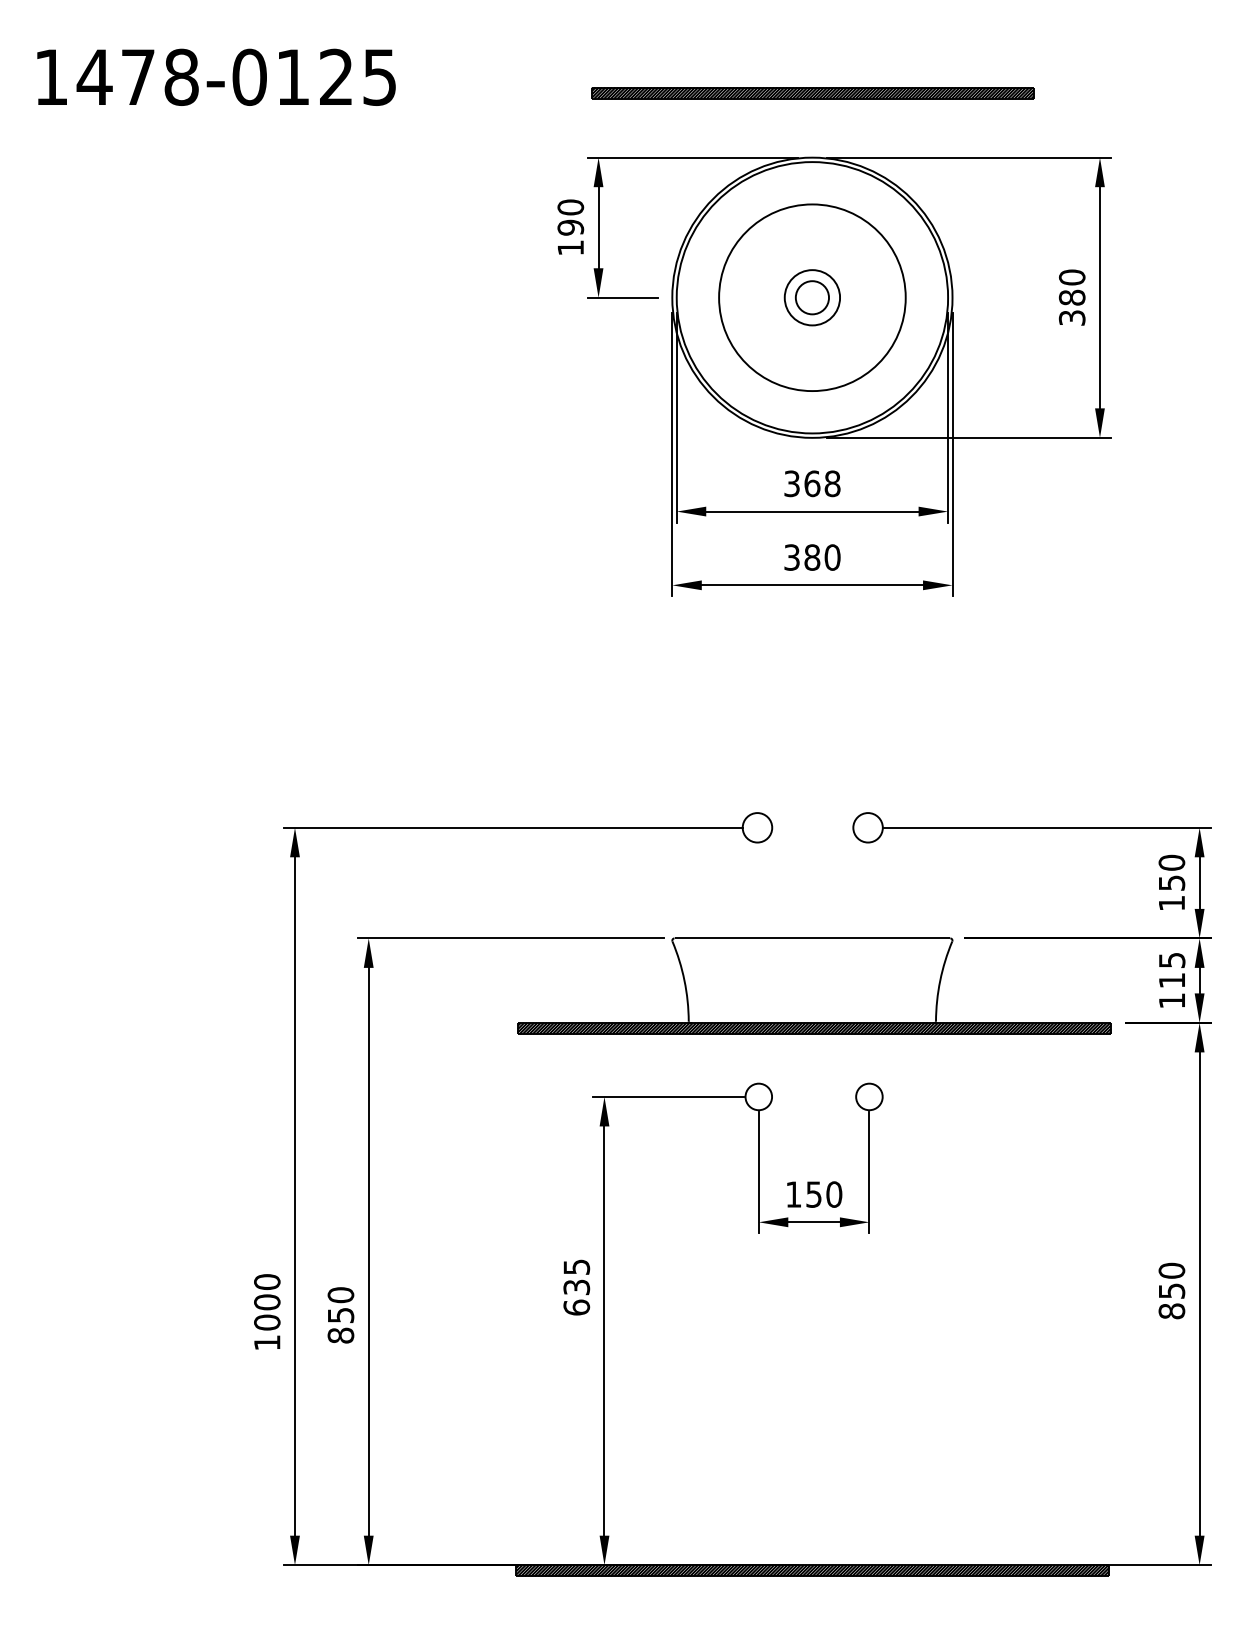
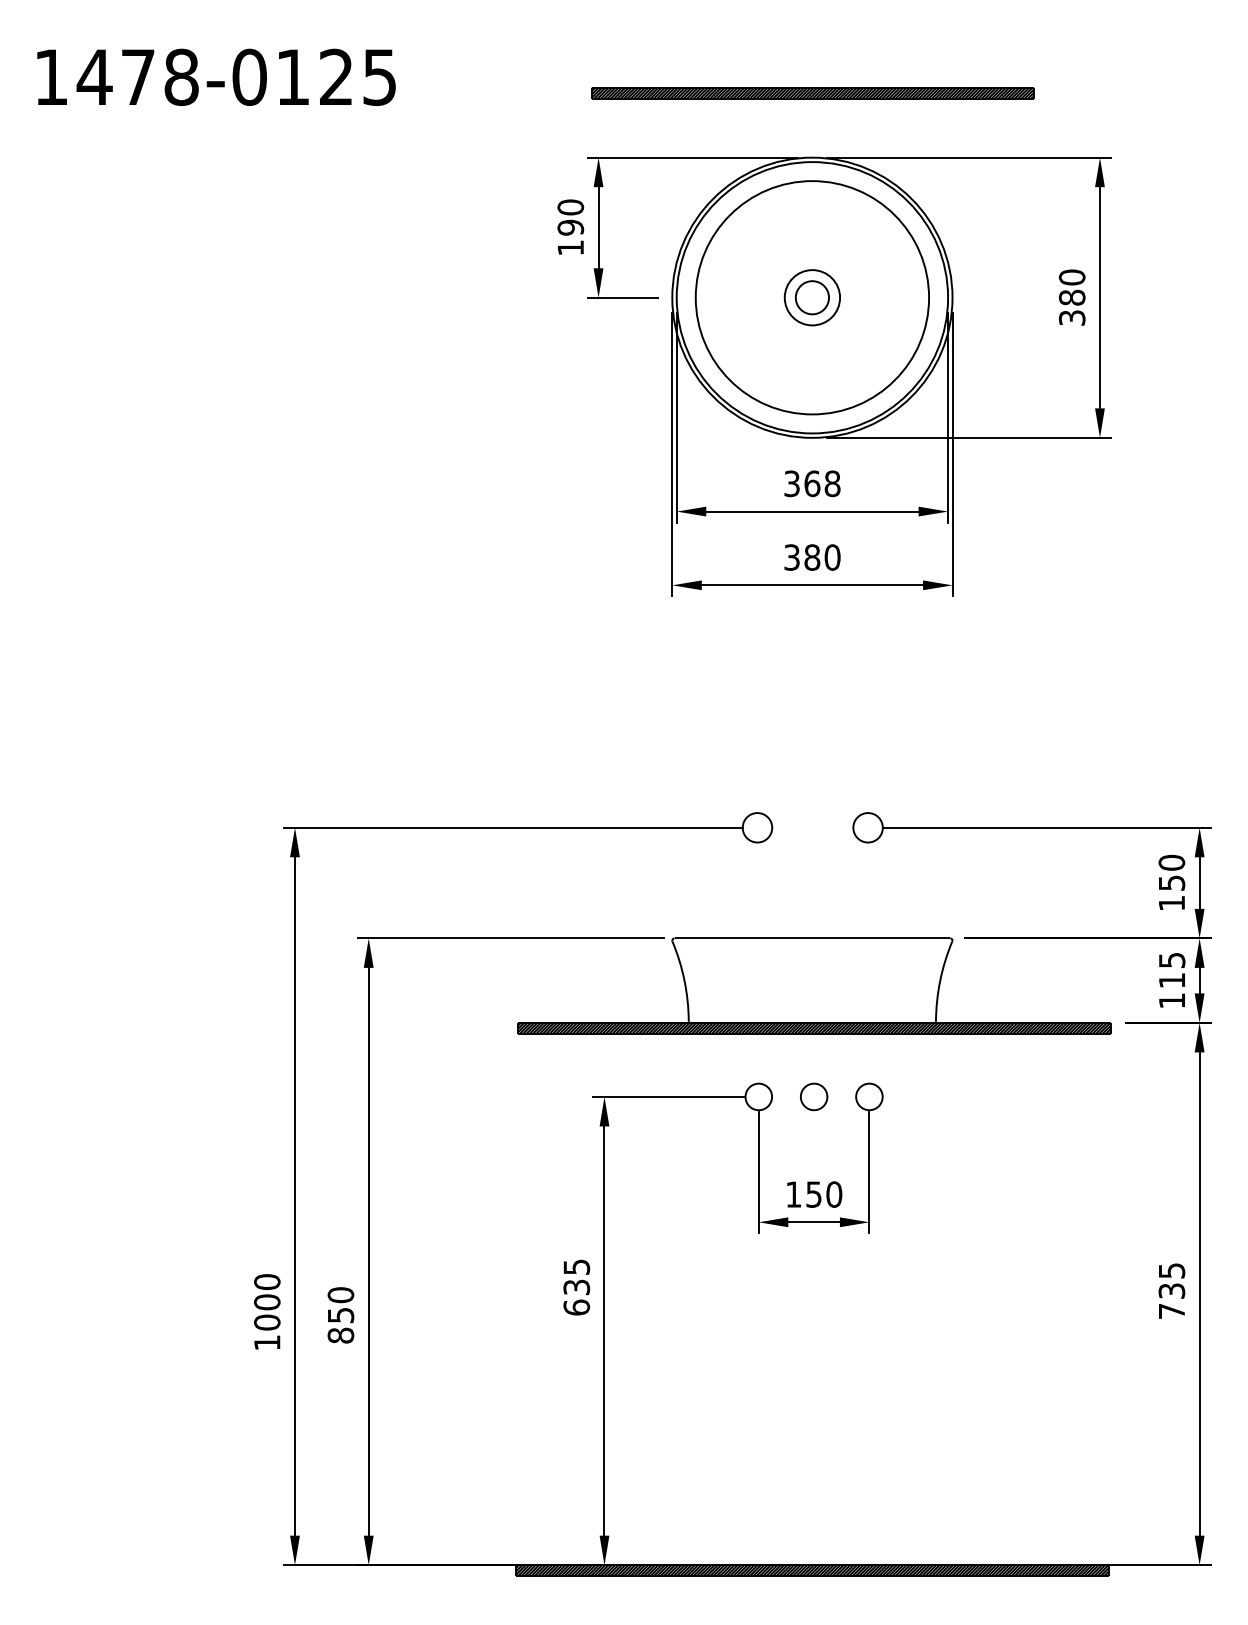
circle at (812, 297) diameter: 187 px -> 233 px
circle at (814, 1096): none -> present
text at (1171, 1290): 850 -> 735
